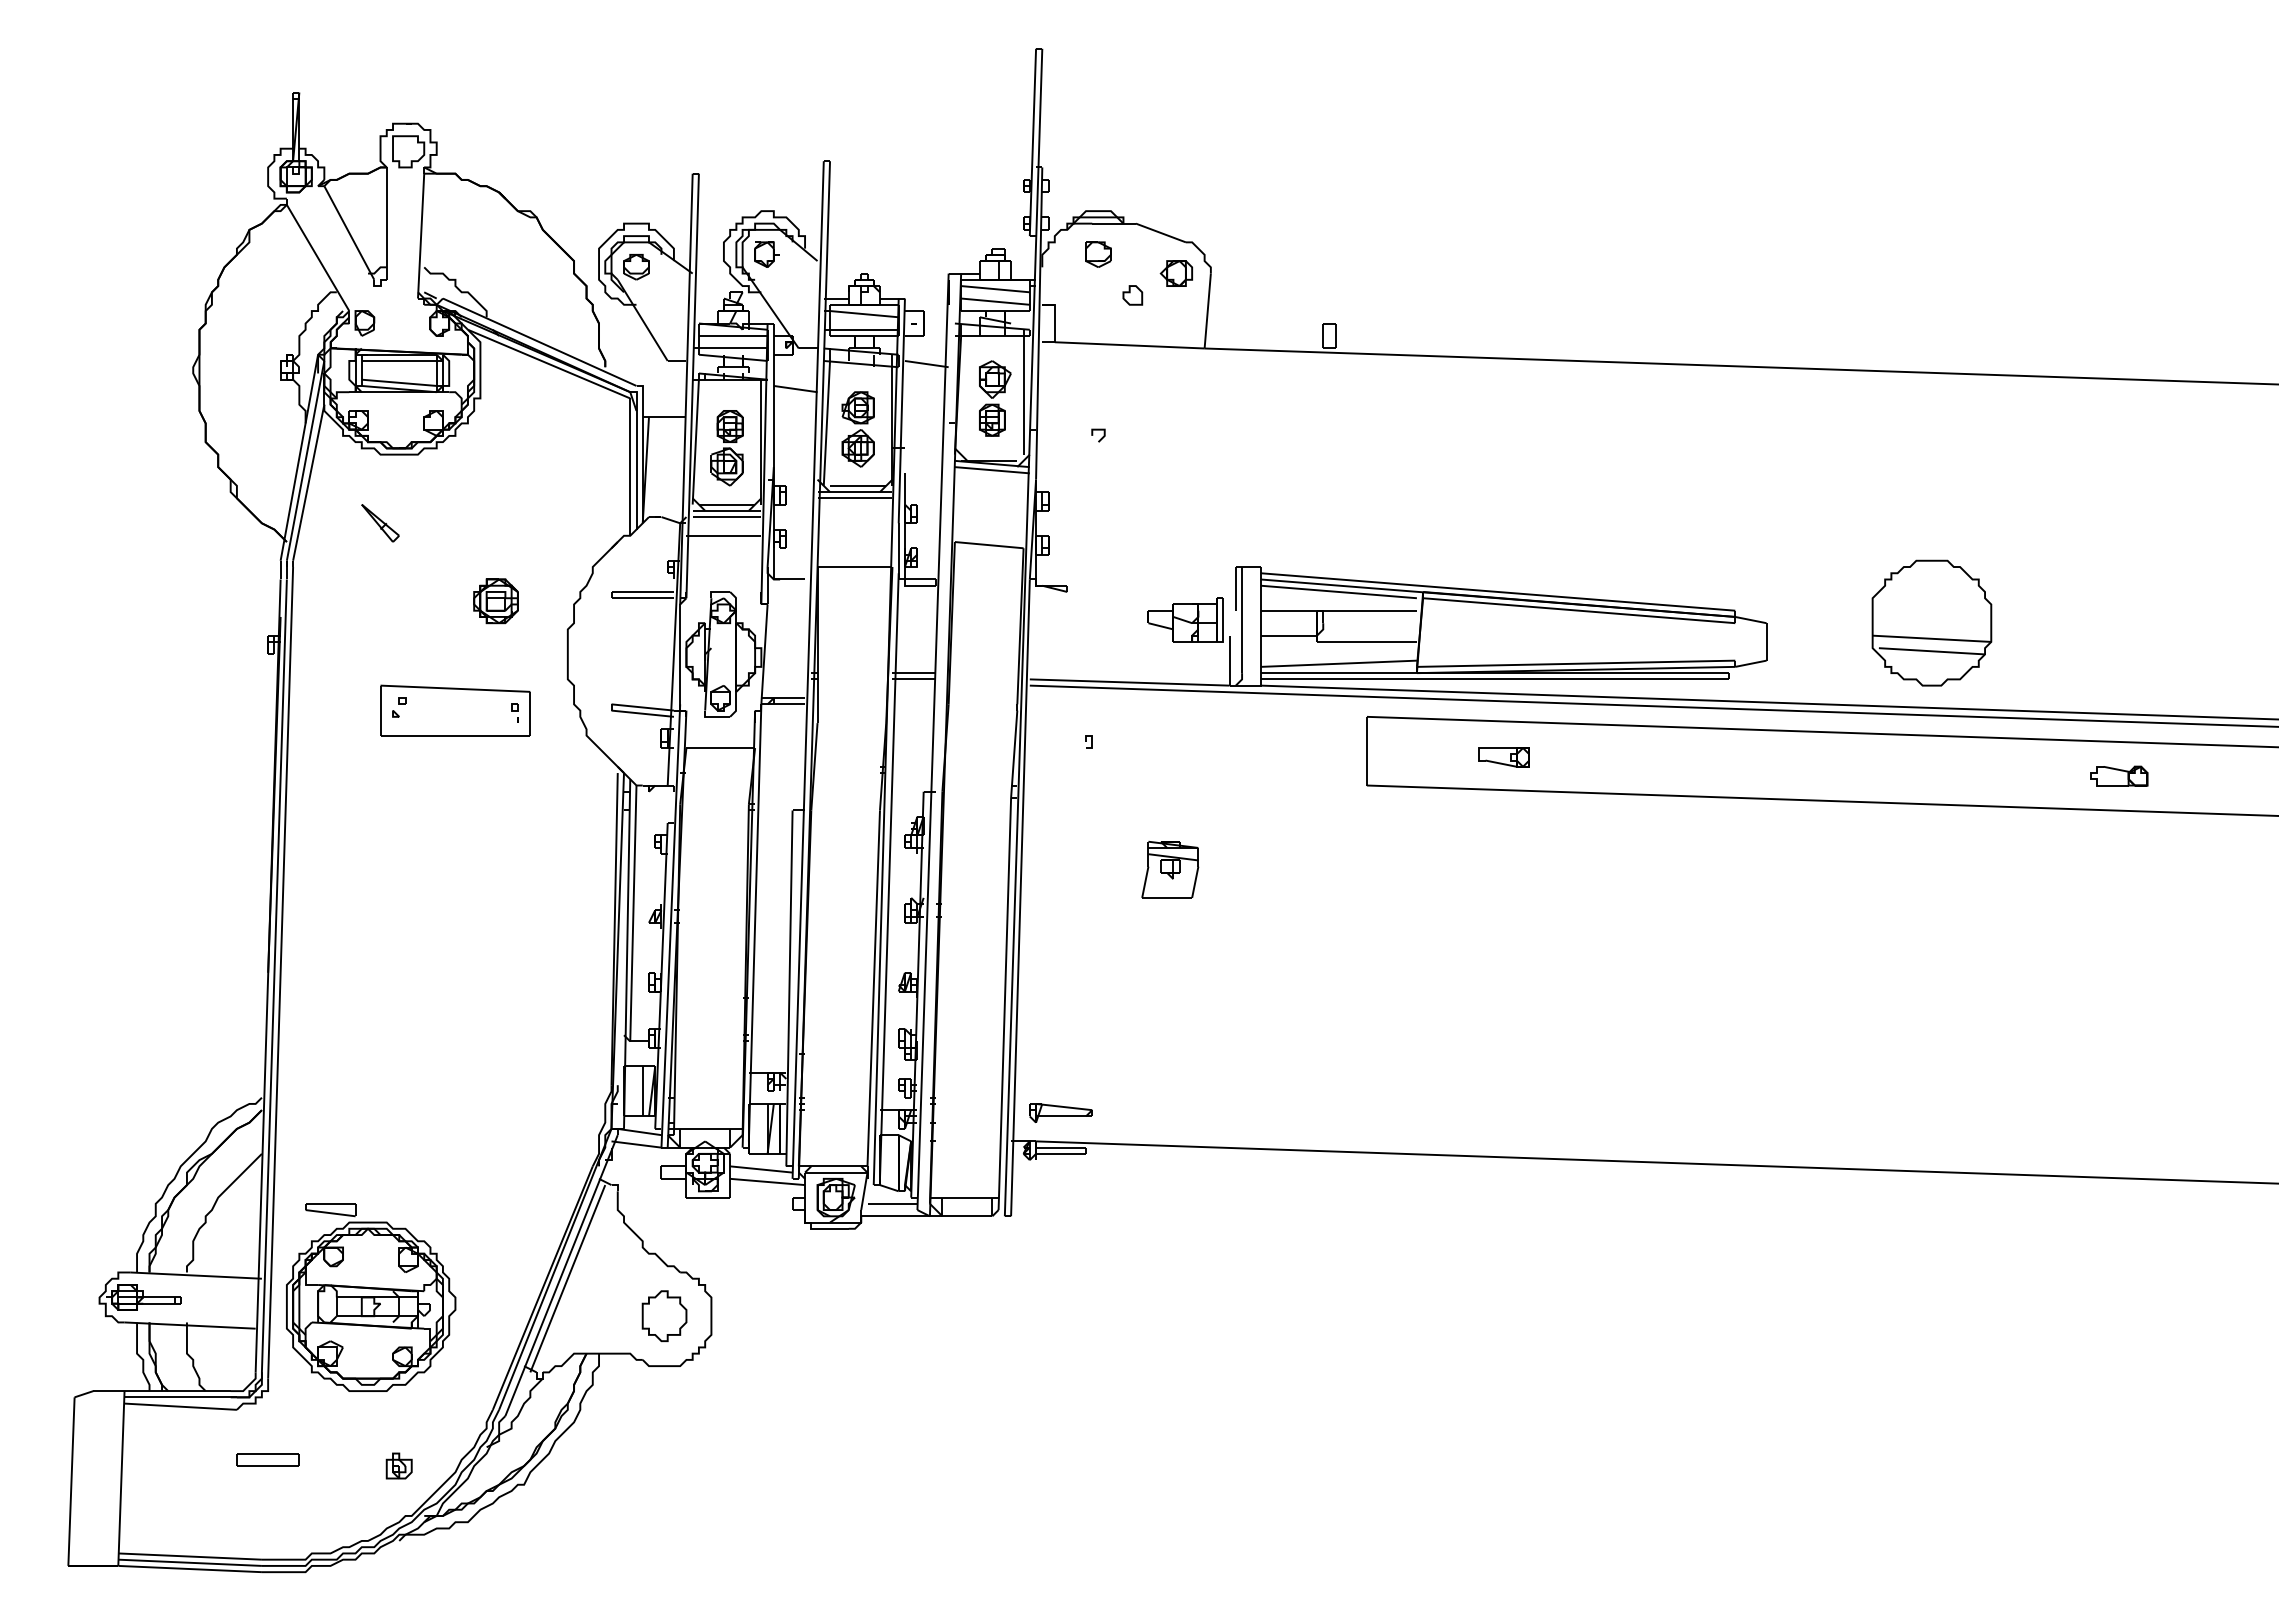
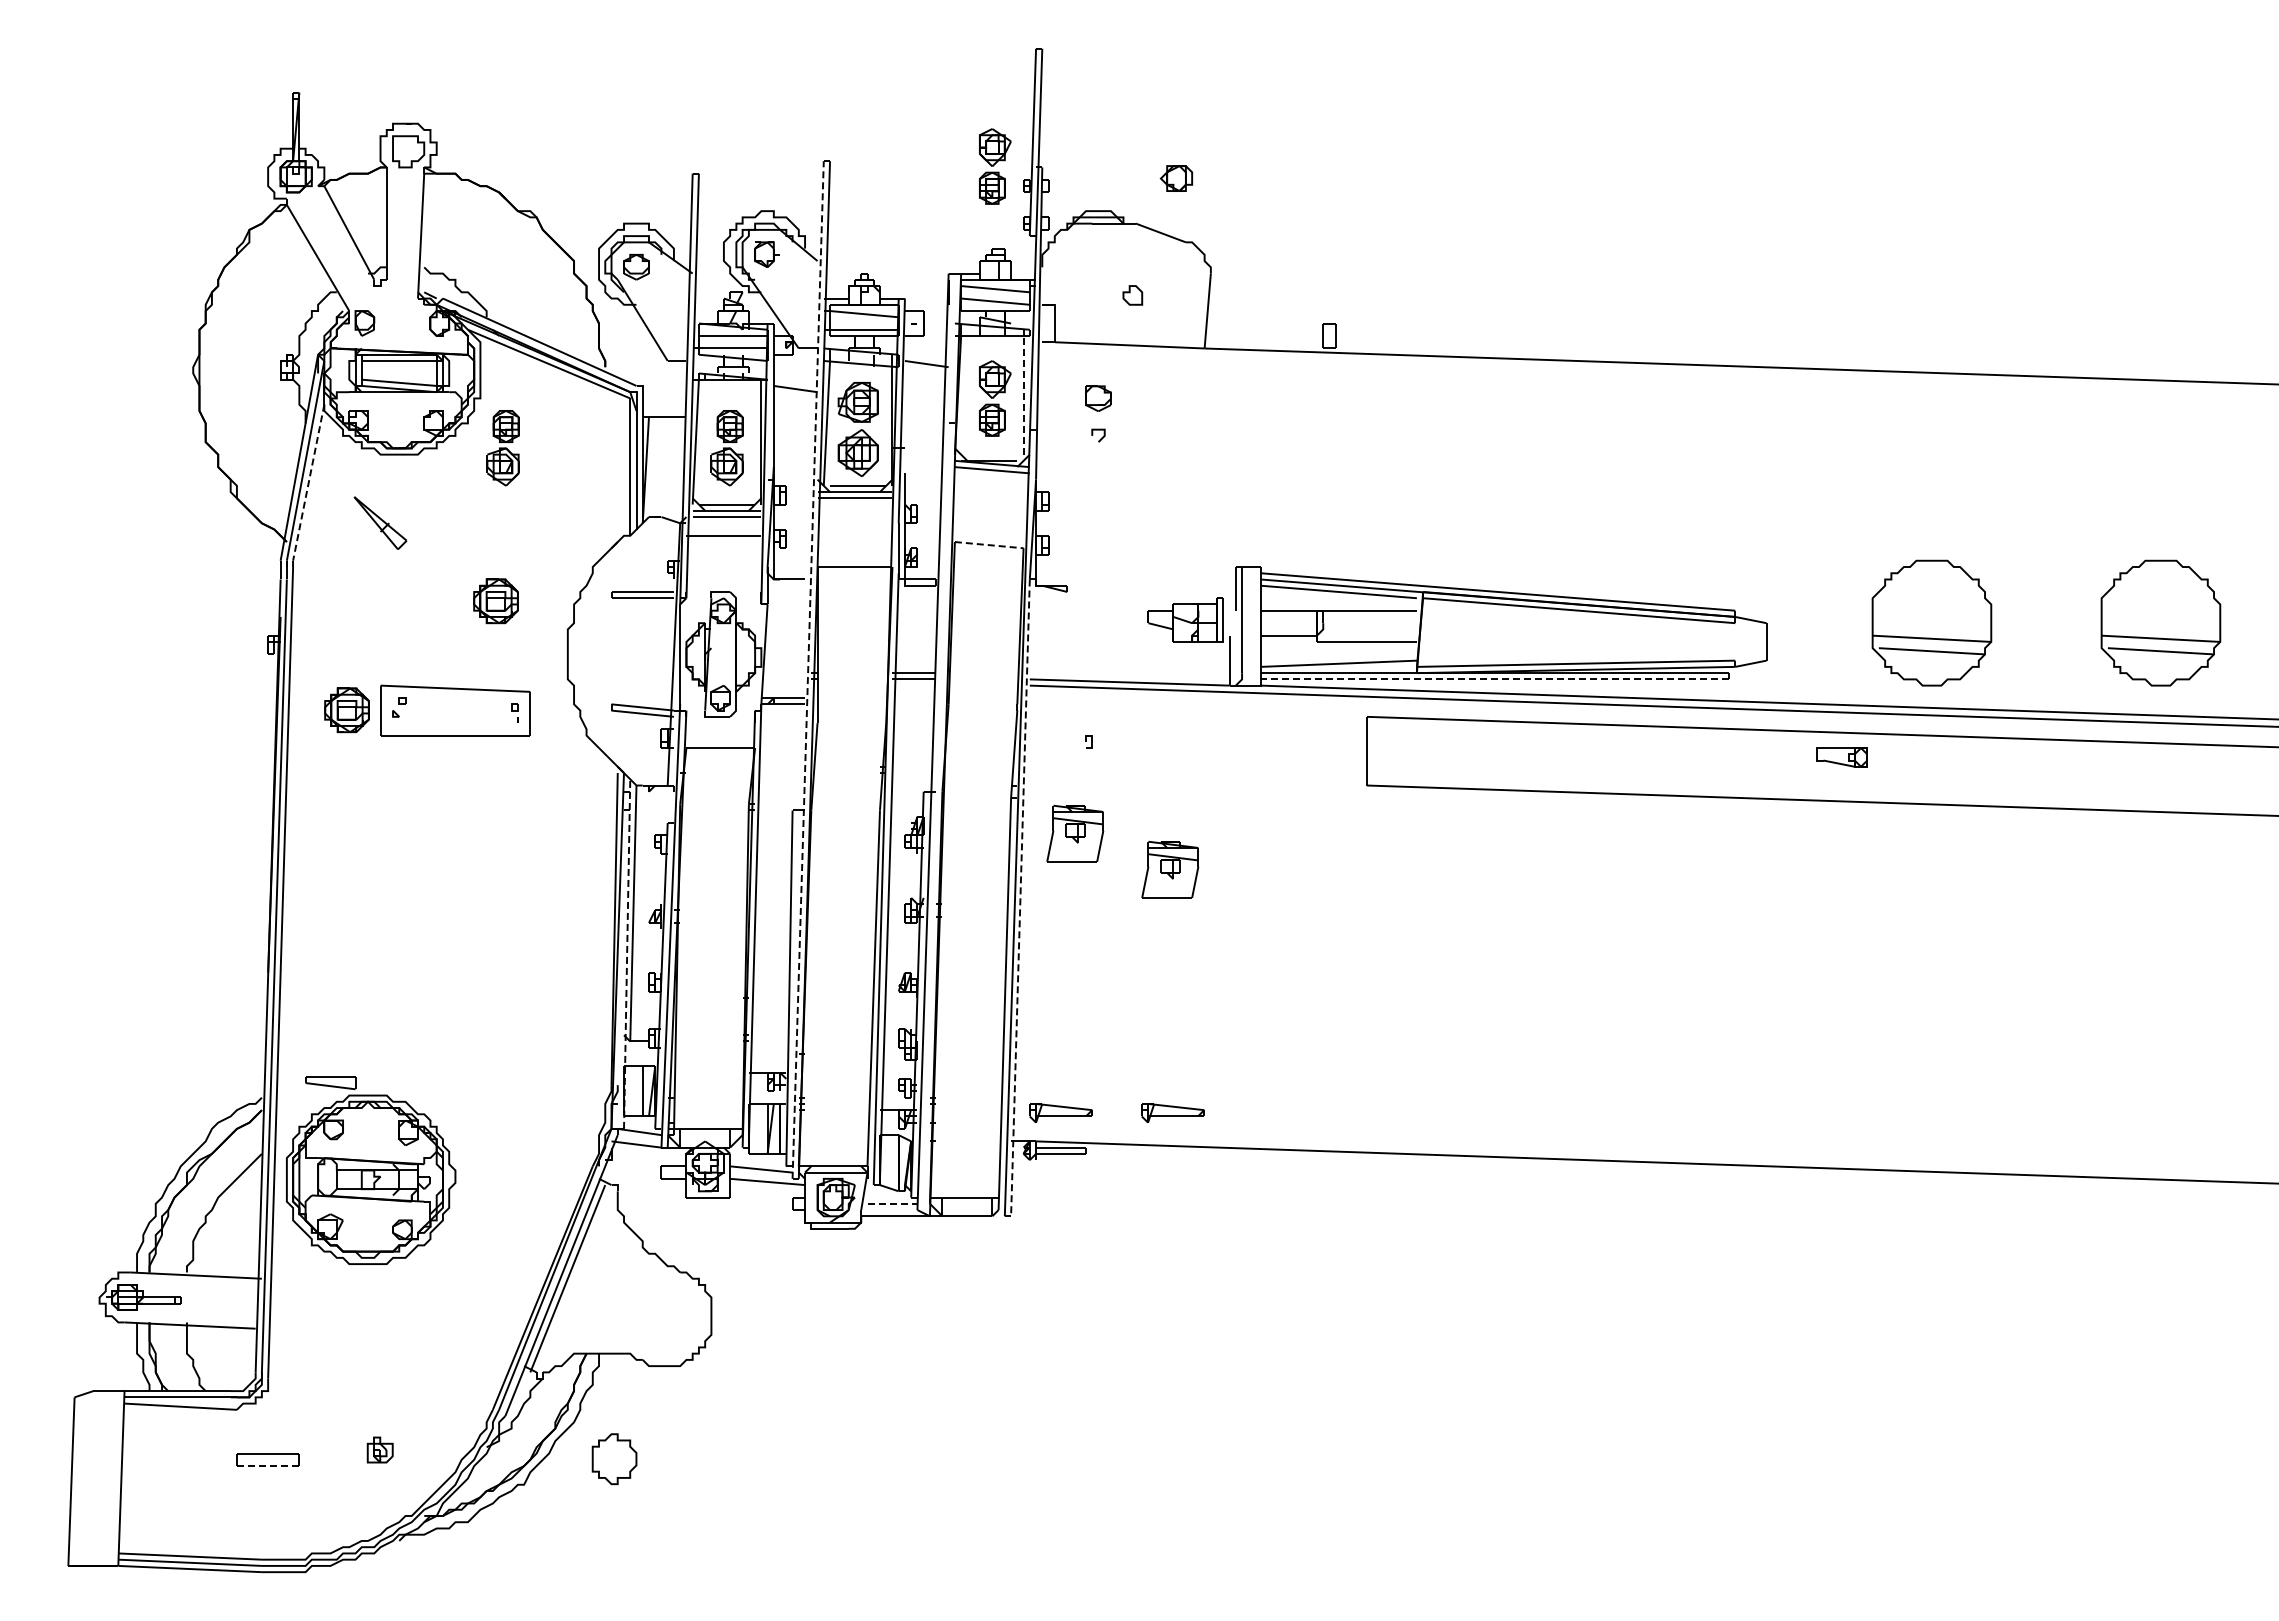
part at (995, 166): none -> present
part at (1098, 254) position: (1098, 254) -> (1098, 398)
part at (1175, 273) position: (1175, 273) -> (1175, 178)
line at (1023, 394): solid -> dashed
part at (857, 429) size: 34x77 px -> 42x95 px
part at (502, 448): none -> present
line at (308, 482): solid -> dashed
part at (380, 523) size: 39x39 px -> 55x54 px
line at (989, 545): solid -> dashed
part at (2160, 622): none -> present
line at (808, 669): solid -> dashed
line at (1494, 679): solid -> dashed
part at (346, 710): none -> present
part at (1503, 757) position: (1503, 757) -> (1841, 757)
part at (2119, 775): present -> none
part at (1075, 833): none -> present
line at (1020, 897): solid -> dashed
line at (627, 954): solid -> dashed
part at (1172, 1112): none -> present
line at (892, 1203): solid -> dashed
part at (371, 1297) position: (371, 1297) -> (371, 1170)
part at (664, 1316) position: (664, 1316) -> (614, 1459)
part at (398, 1465) position: (398, 1465) -> (379, 1449)
line at (267, 1466): solid -> dashed
